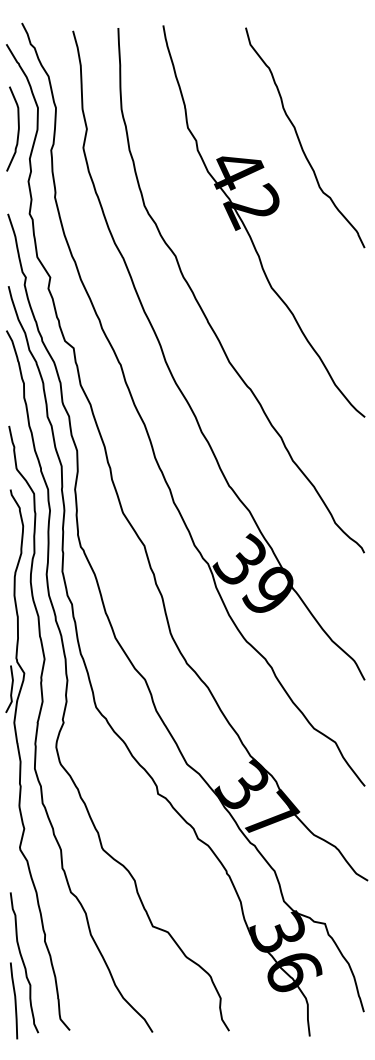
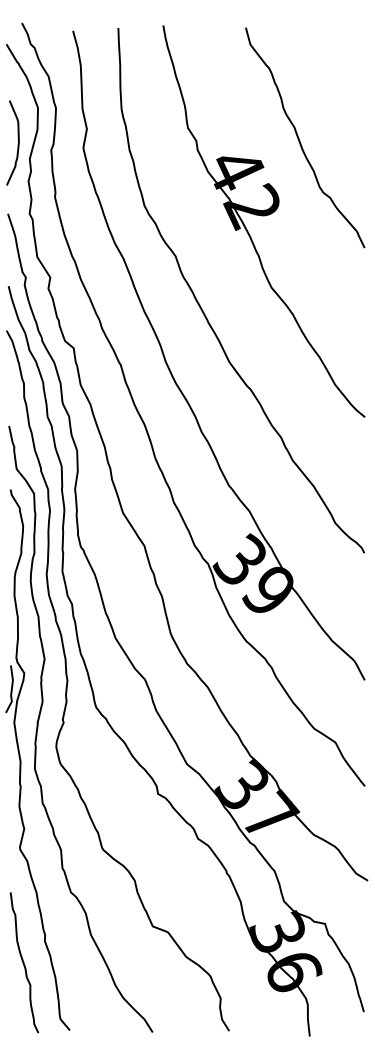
curve at (17, 130) position: (17, 130) -> (17, 144)
curve at (14, 1000): present -> none
